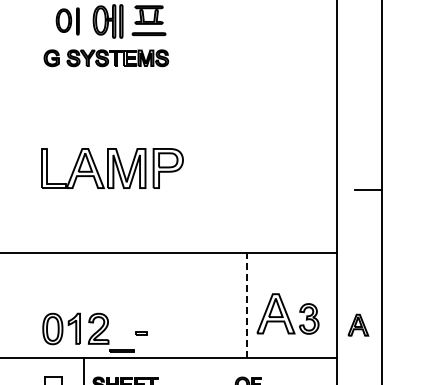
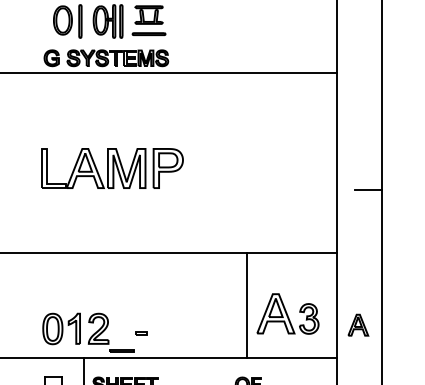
part at (67, 21) size: 25x29 px -> 30x35 px
line at (169, 73): none -> present
line at (247, 305): dashed -> solid
